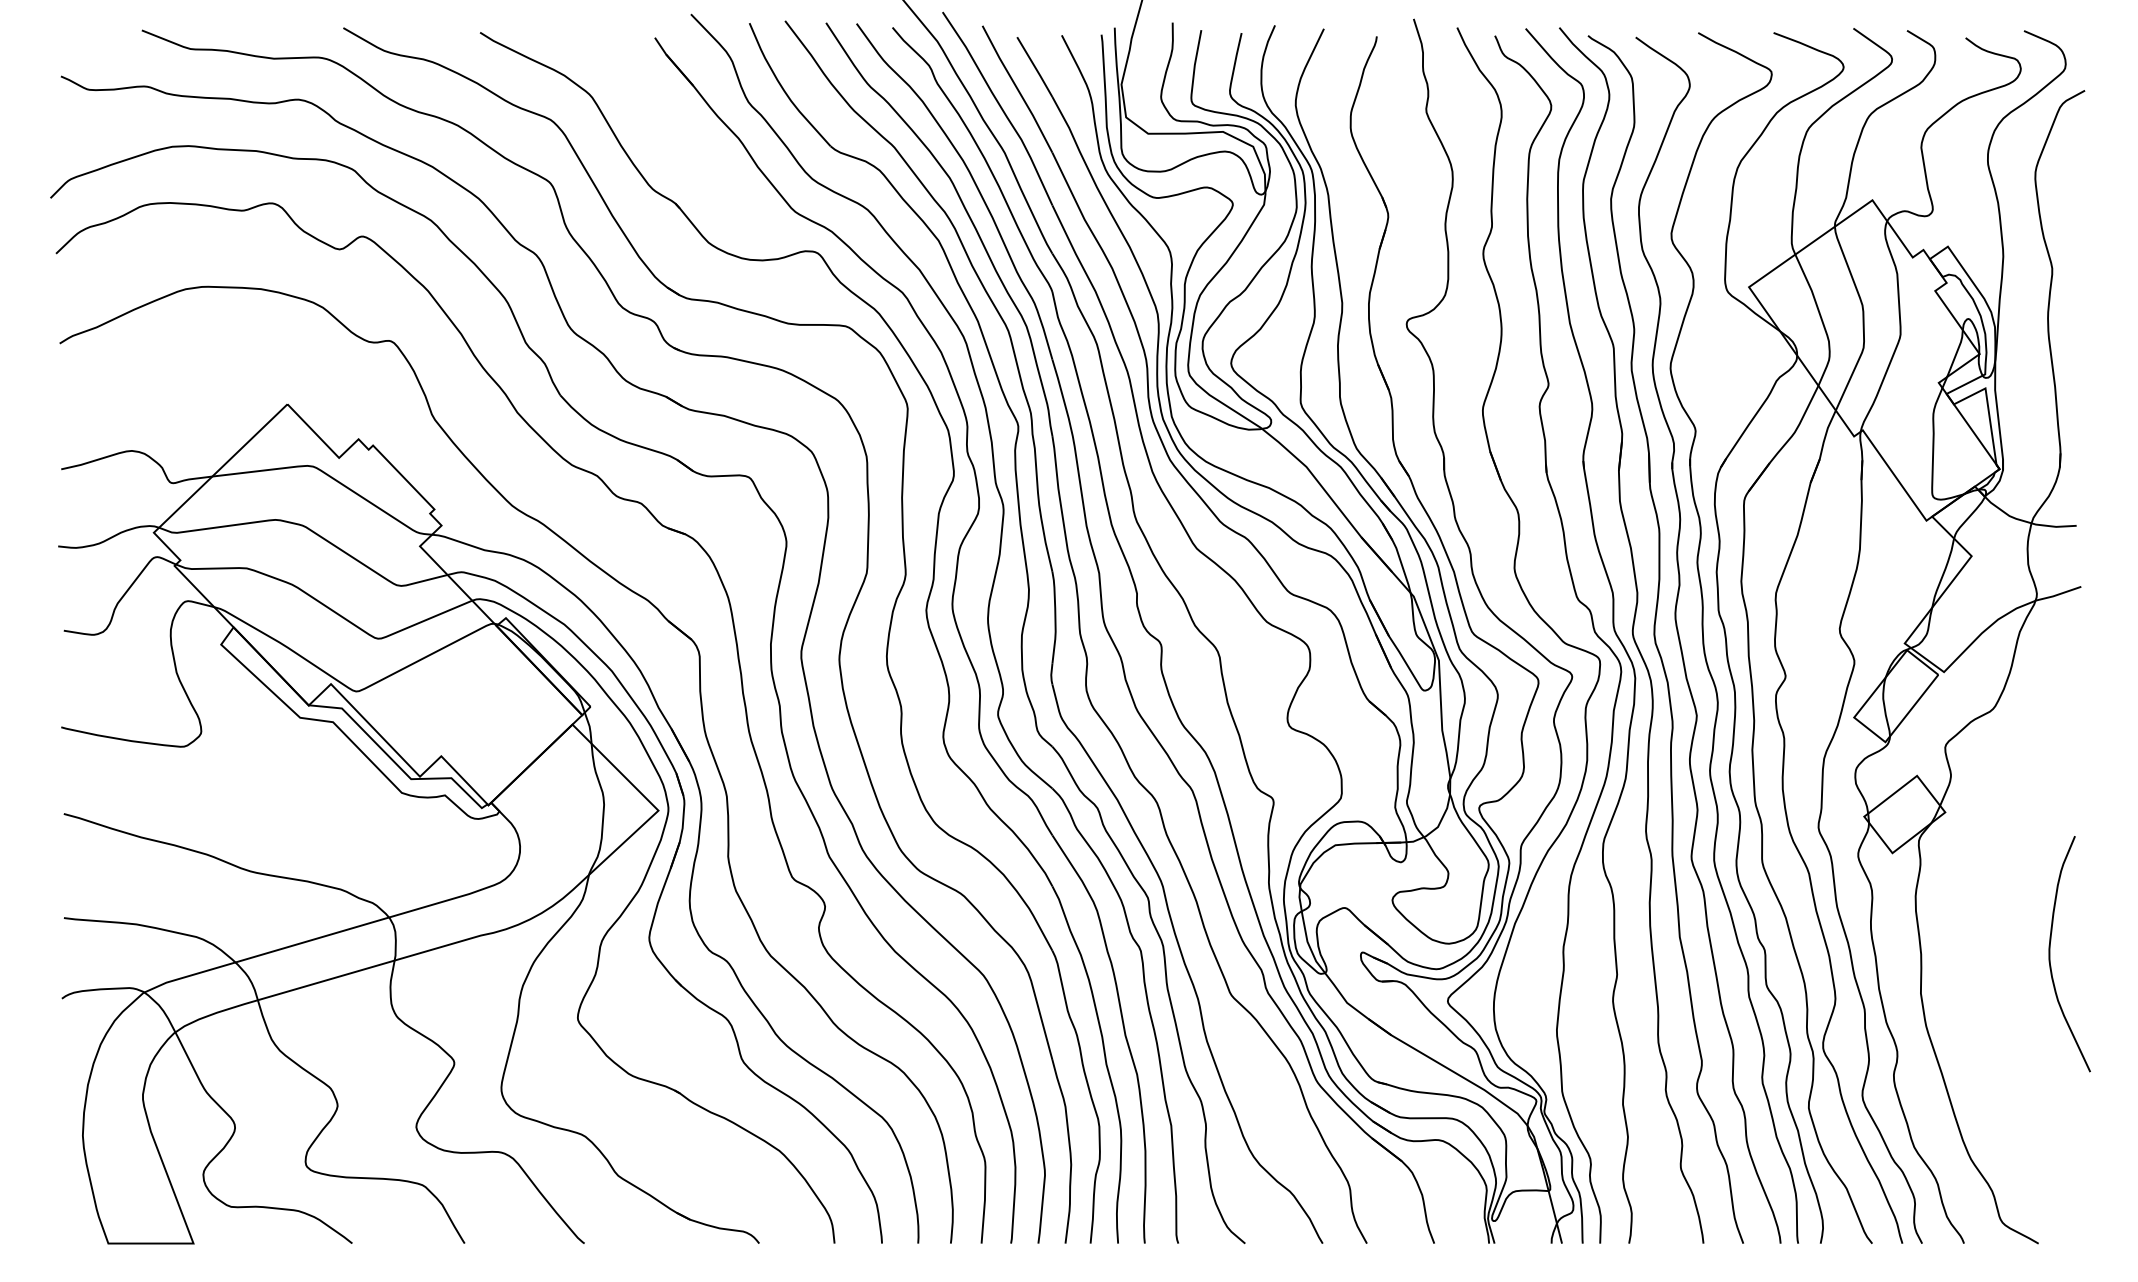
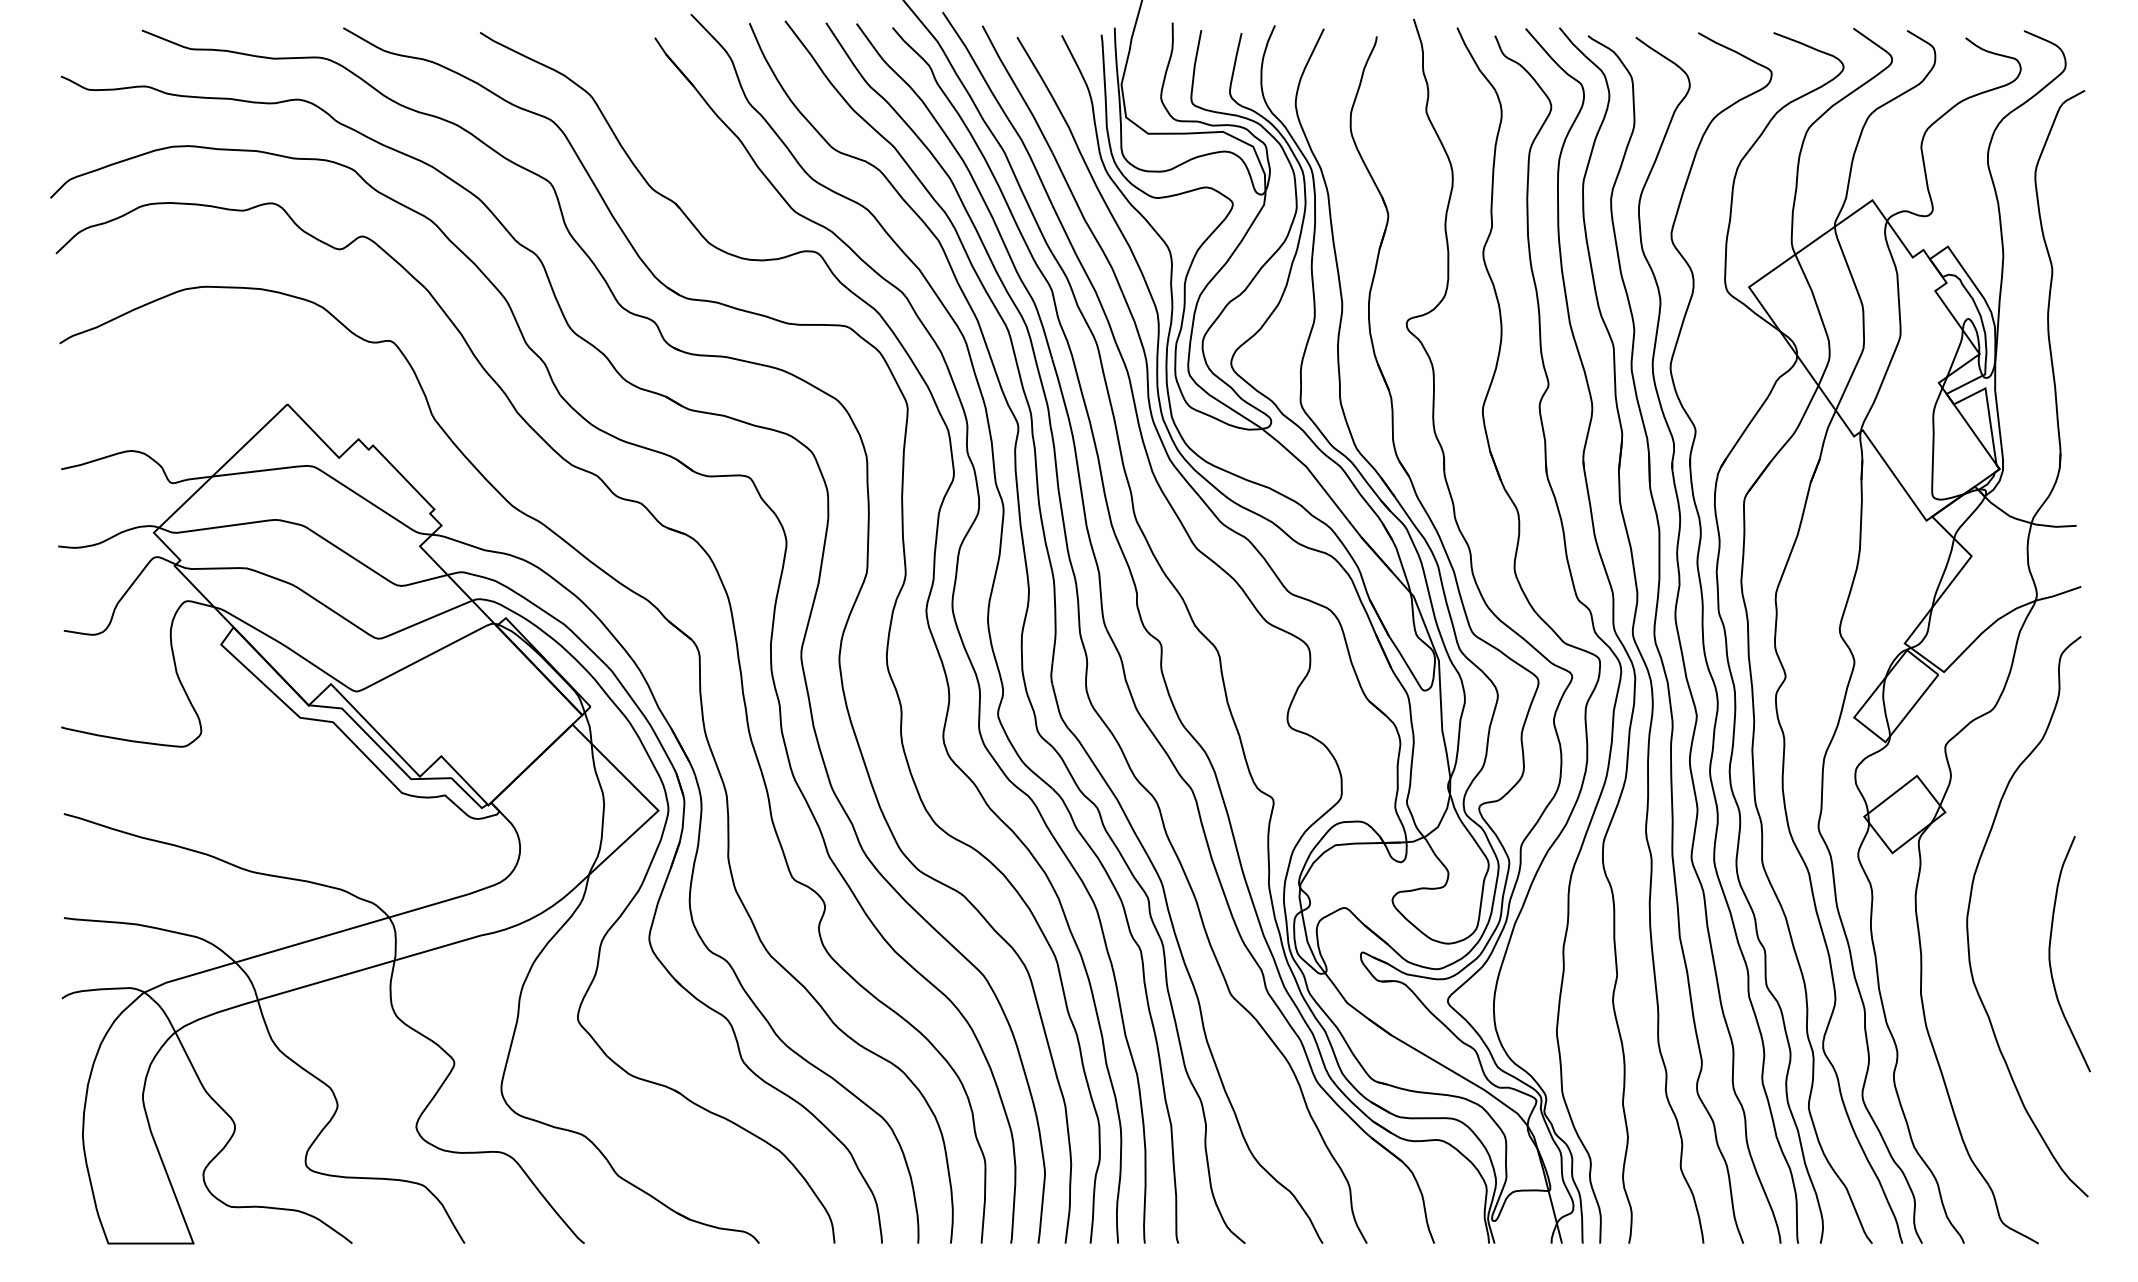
curve at (1970, 905): none -> present
